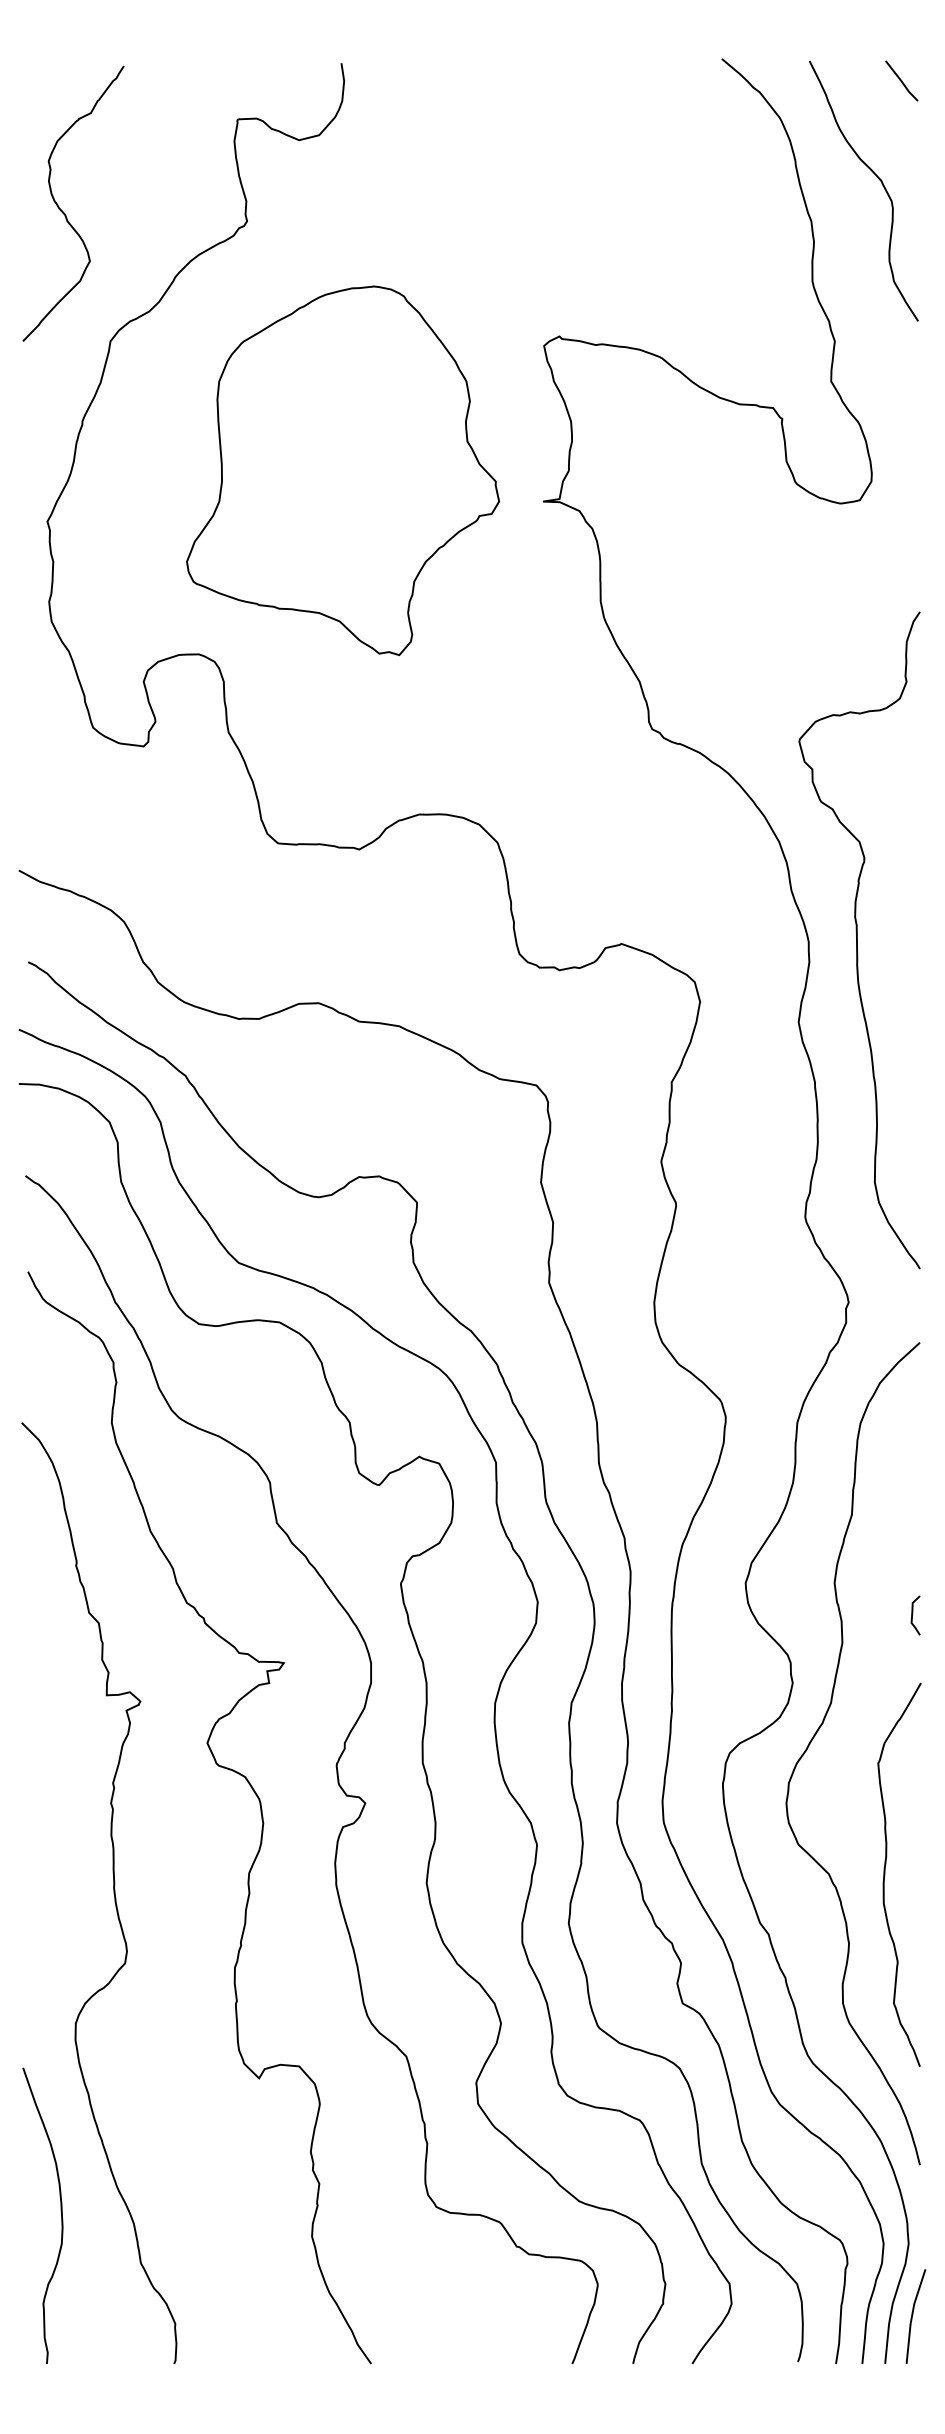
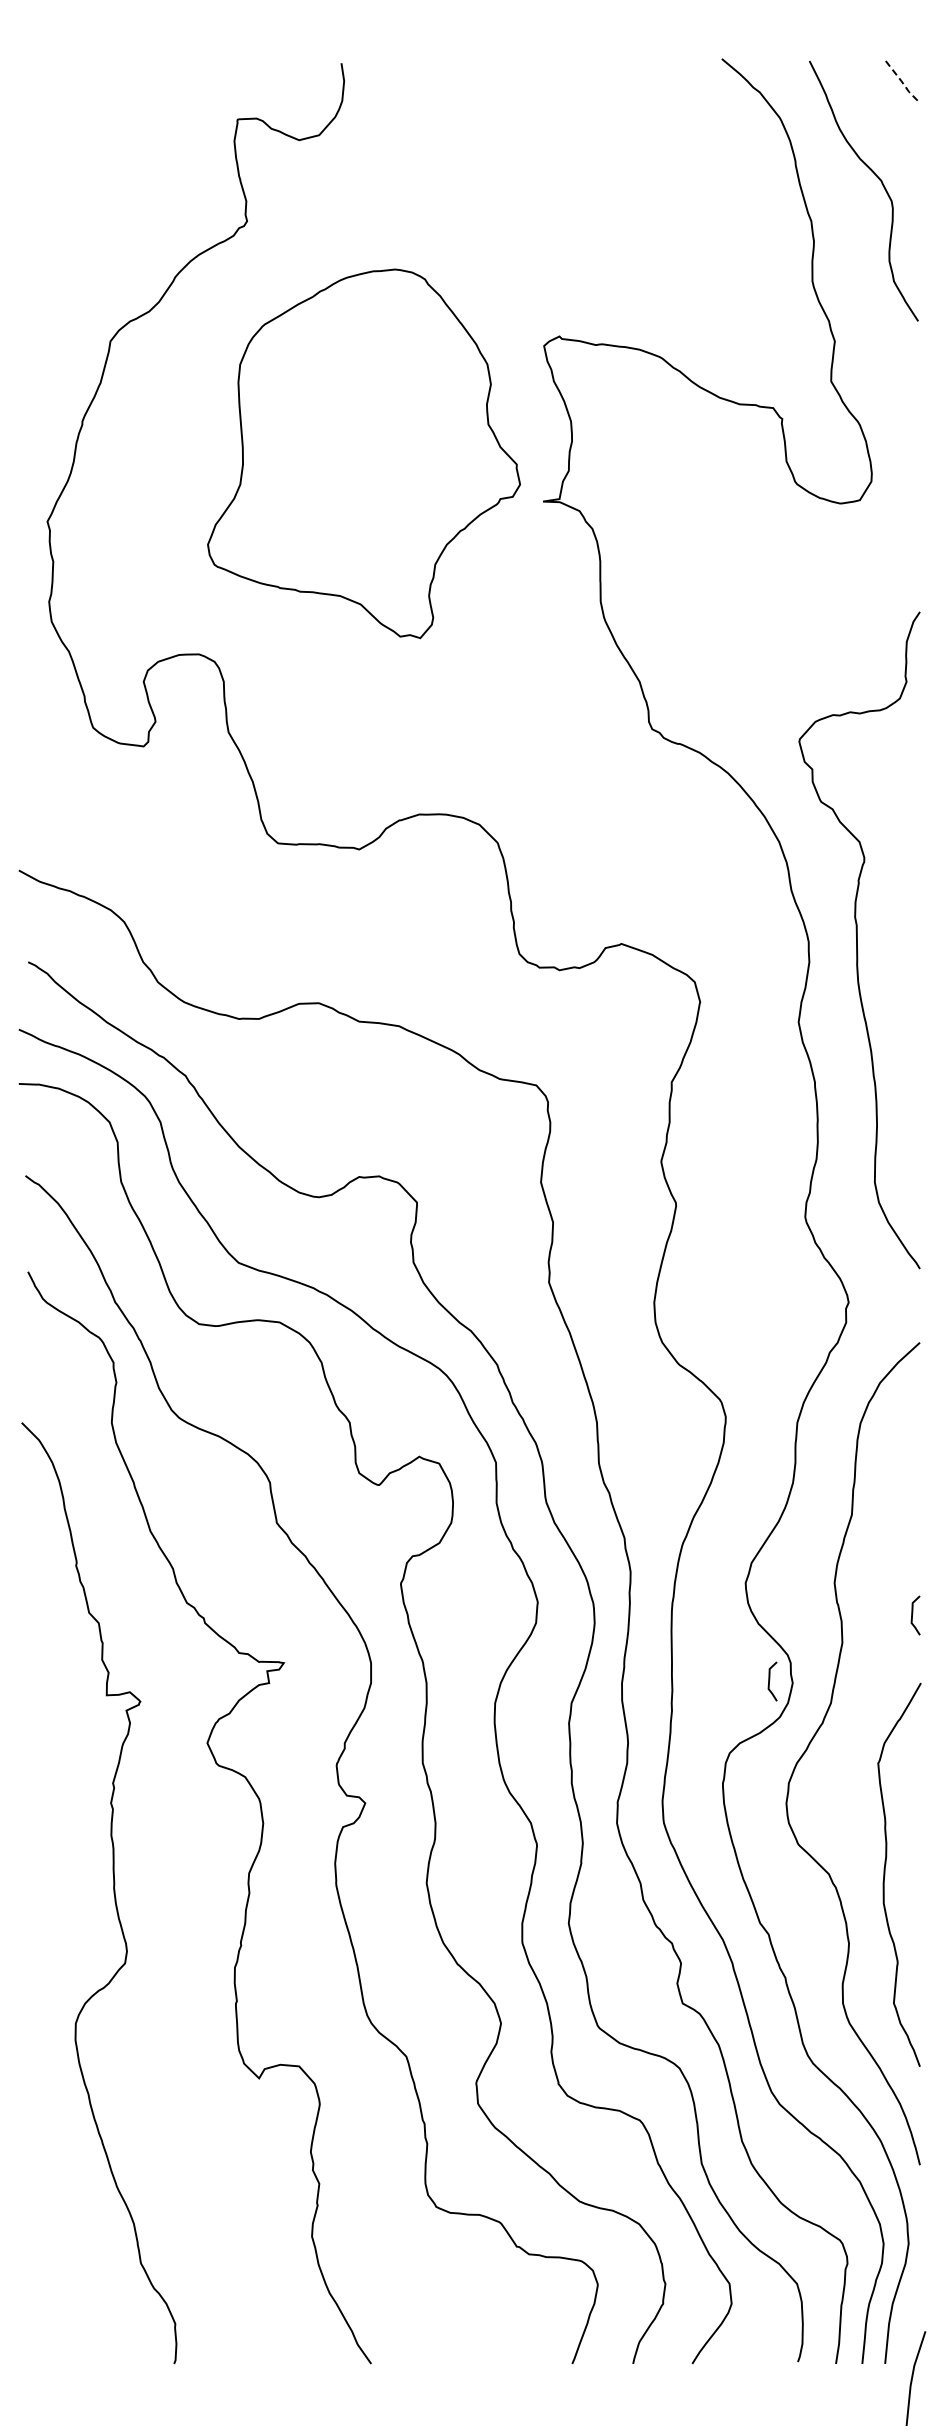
line at (901, 81): solid -> dashed
curve at (64, 212): present -> none
part at (343, 470) position: (343, 470) -> (364, 453)
curve at (770, 1680): none -> present
curve at (60, 2211): present -> none
line at (913, 2315) position: (913, 2315) -> (913, 2377)
